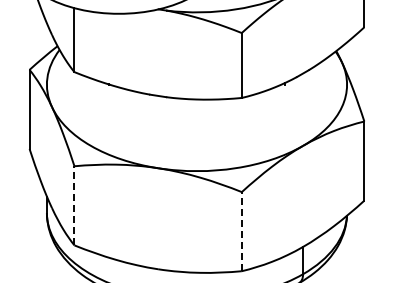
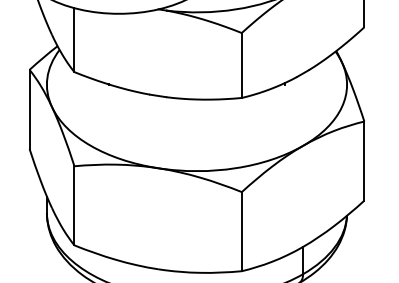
line at (74, 205): dashed -> solid
line at (241, 231): dashed -> solid
